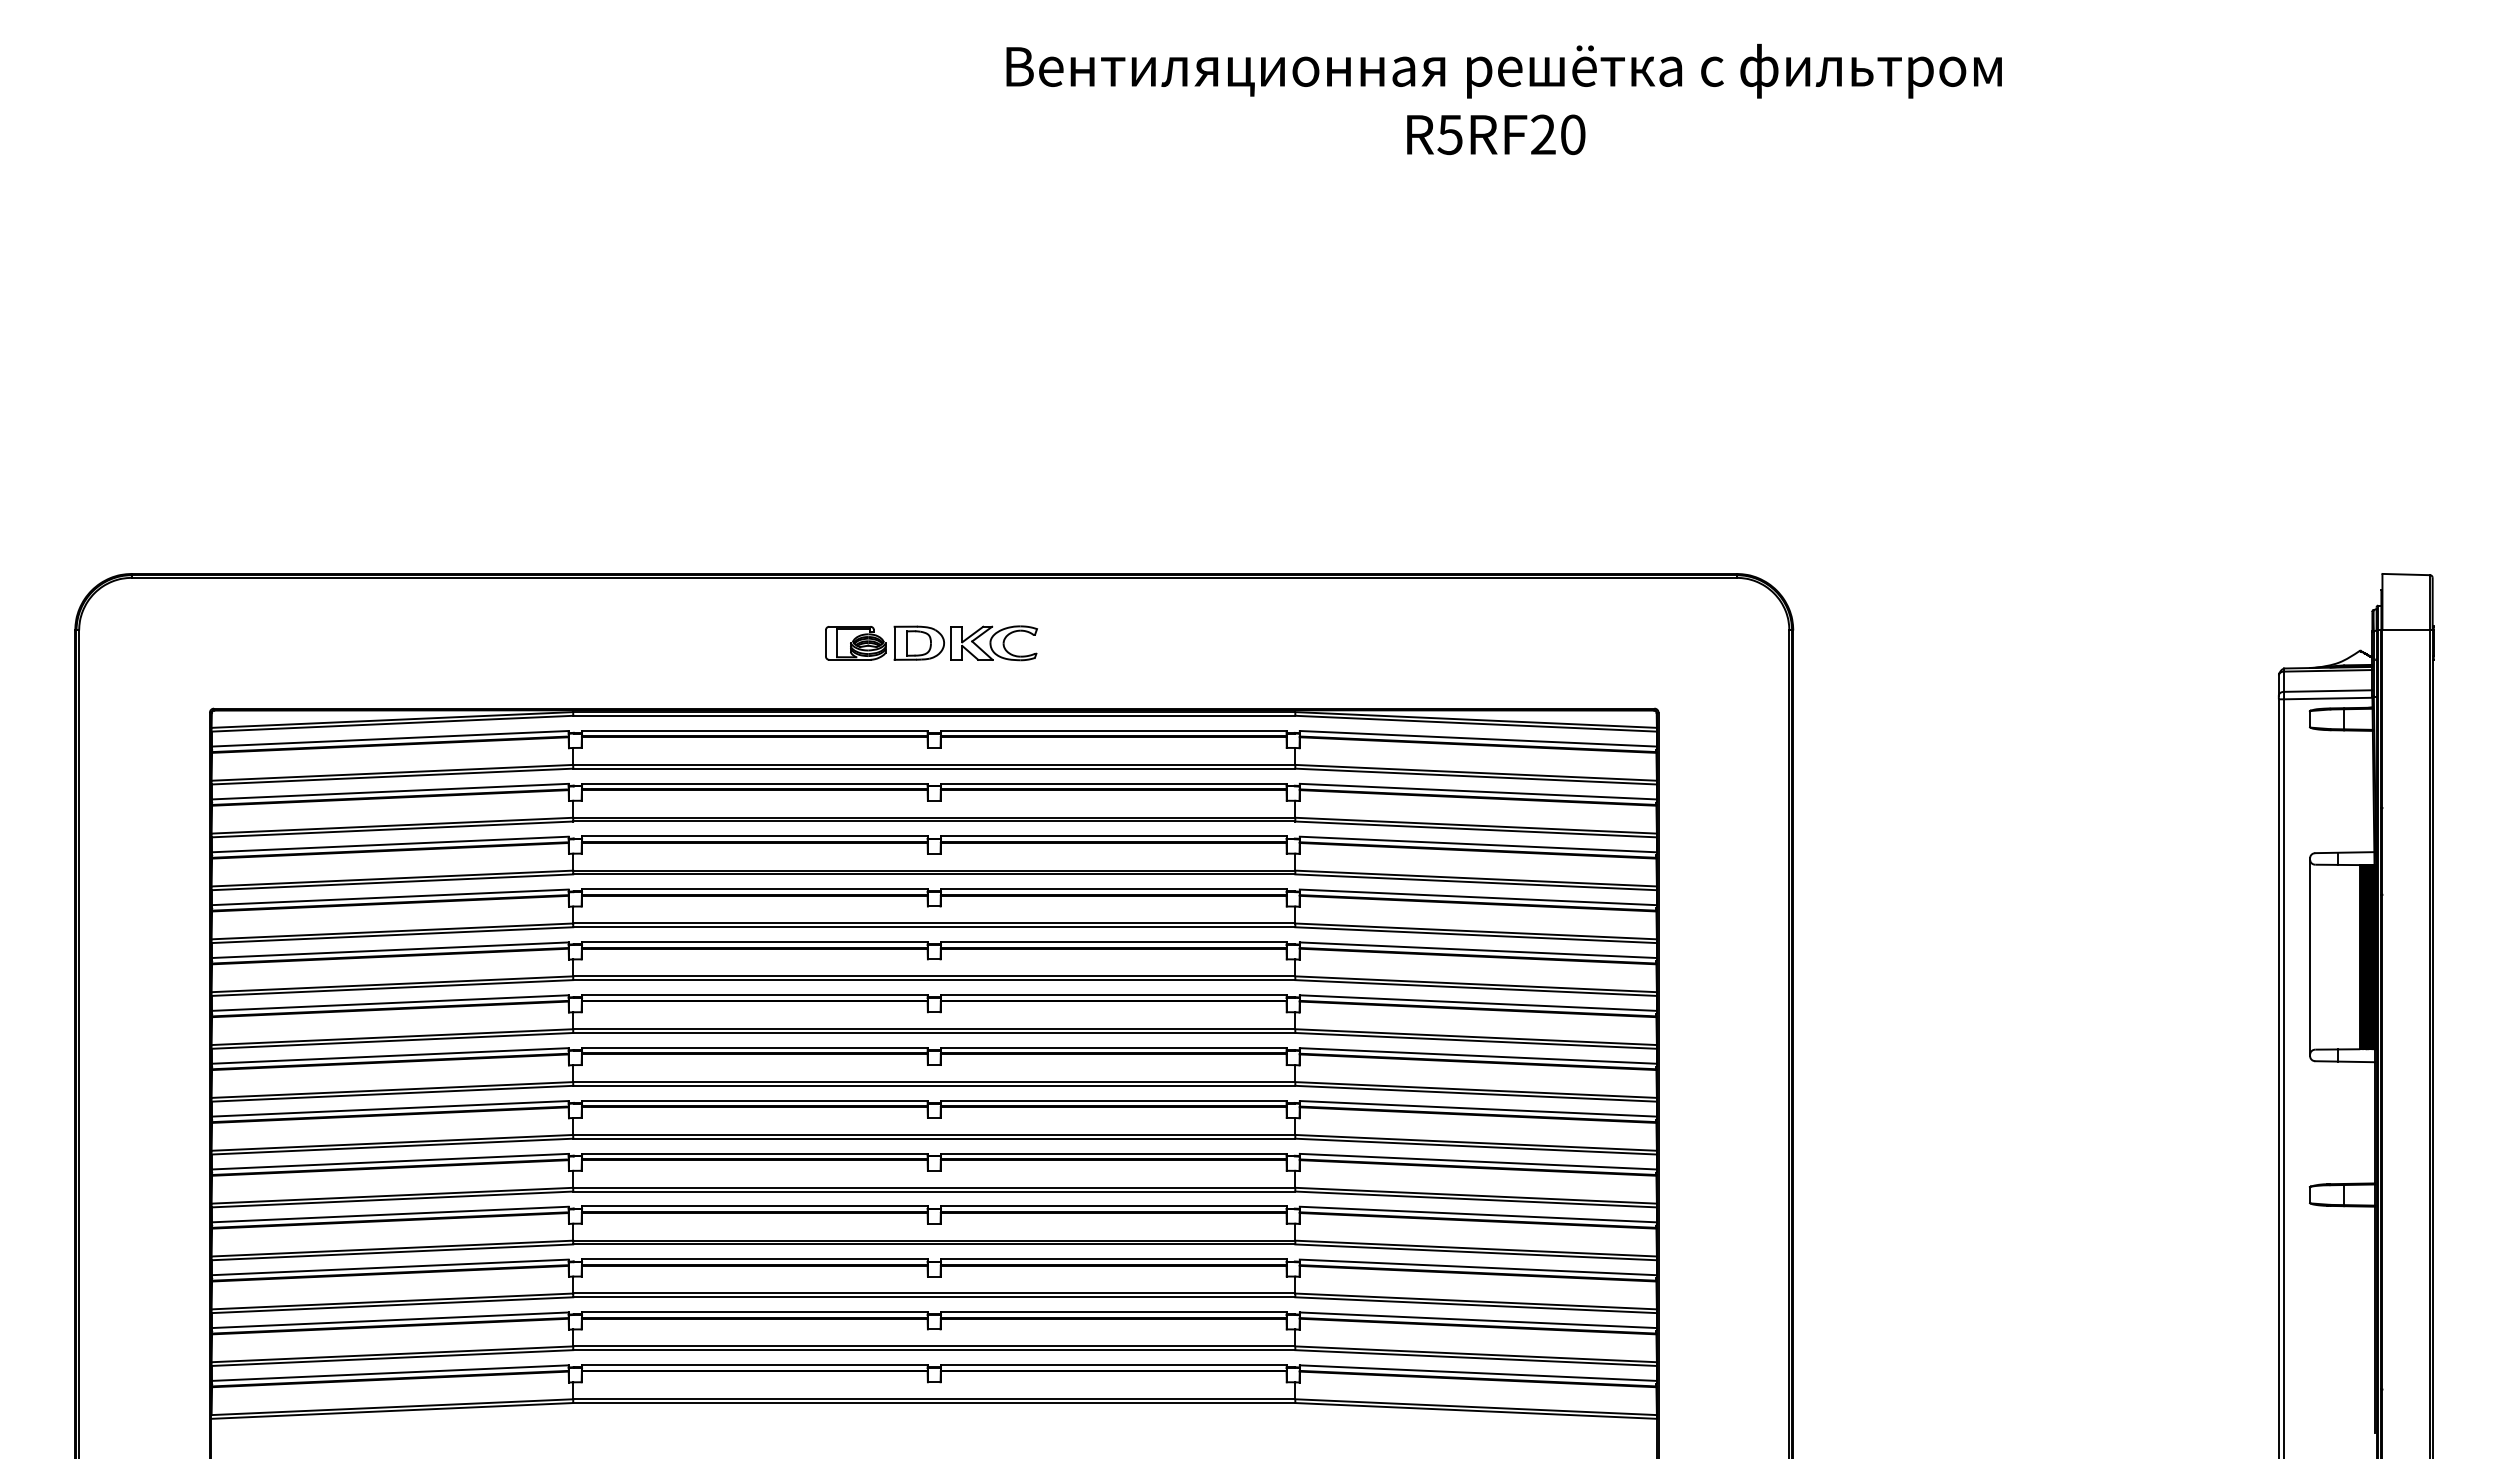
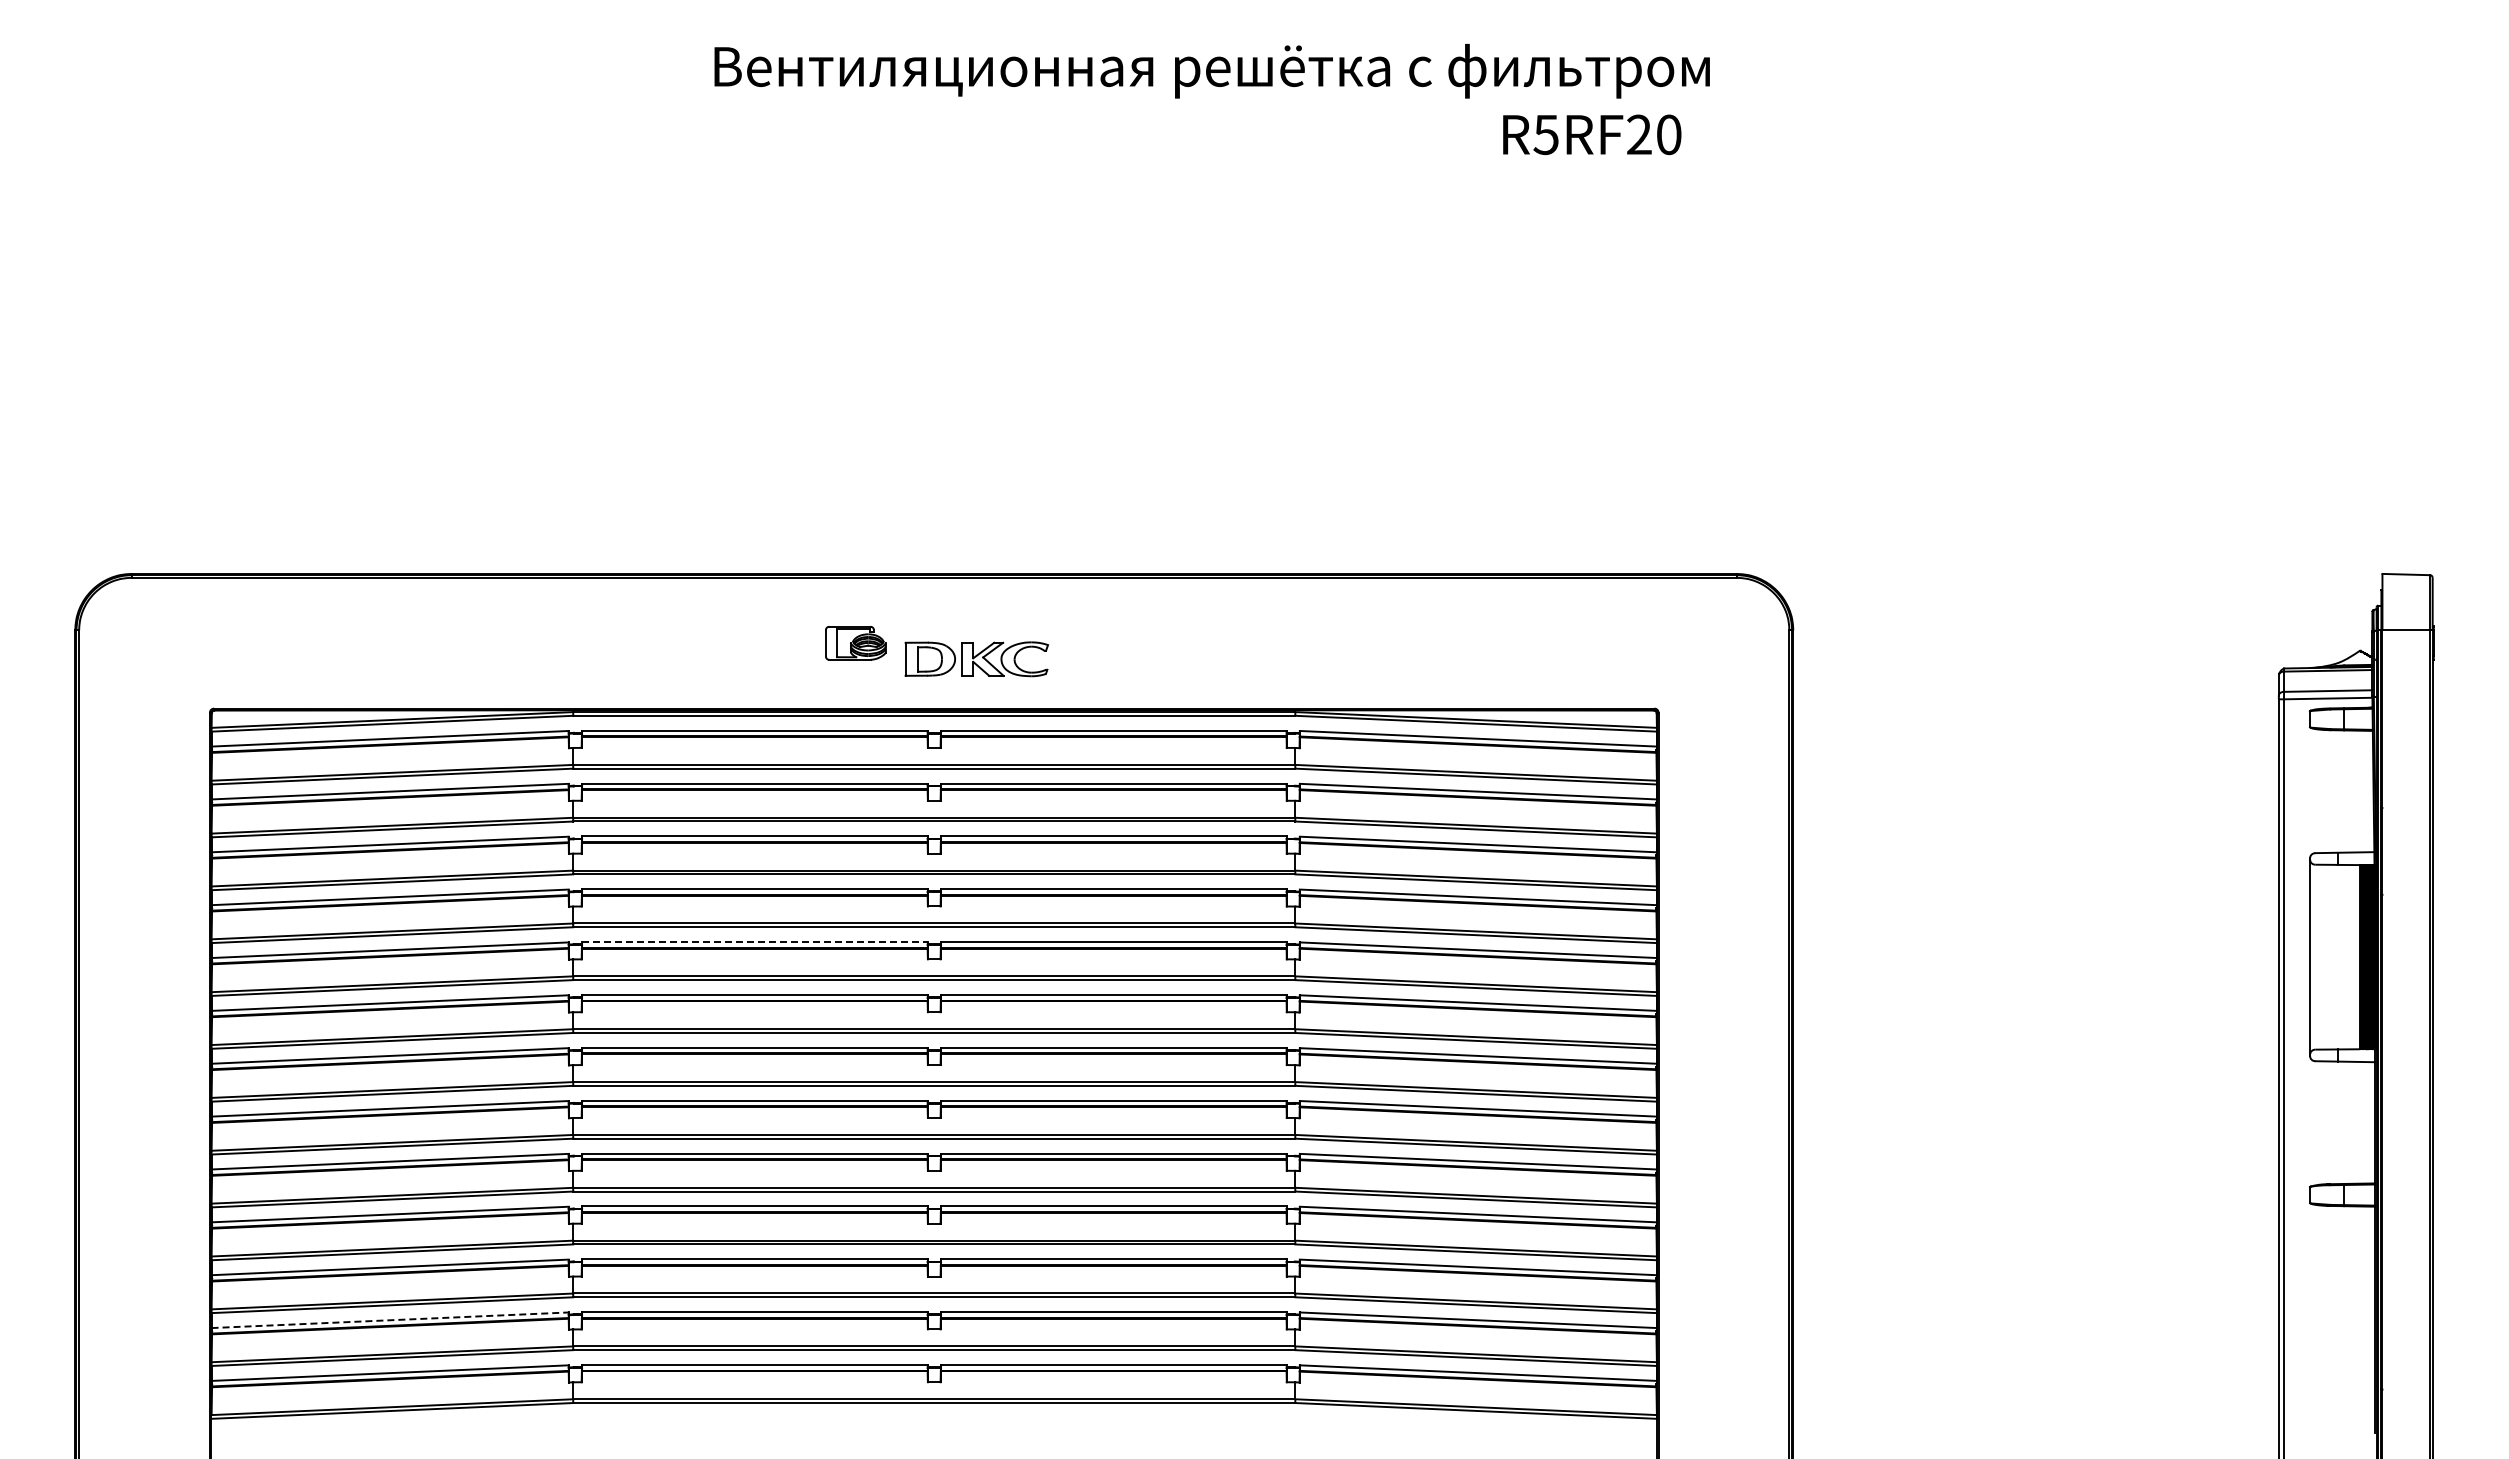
text at (1503, 71) position: (1503, 71) -> (1211, 71)
text at (1496, 134) position: (1496, 134) -> (1592, 134)
part at (965, 643) position: (965, 643) -> (976, 659)
line at (754, 942): solid -> dashed
line at (390, 1320): solid -> dashed
